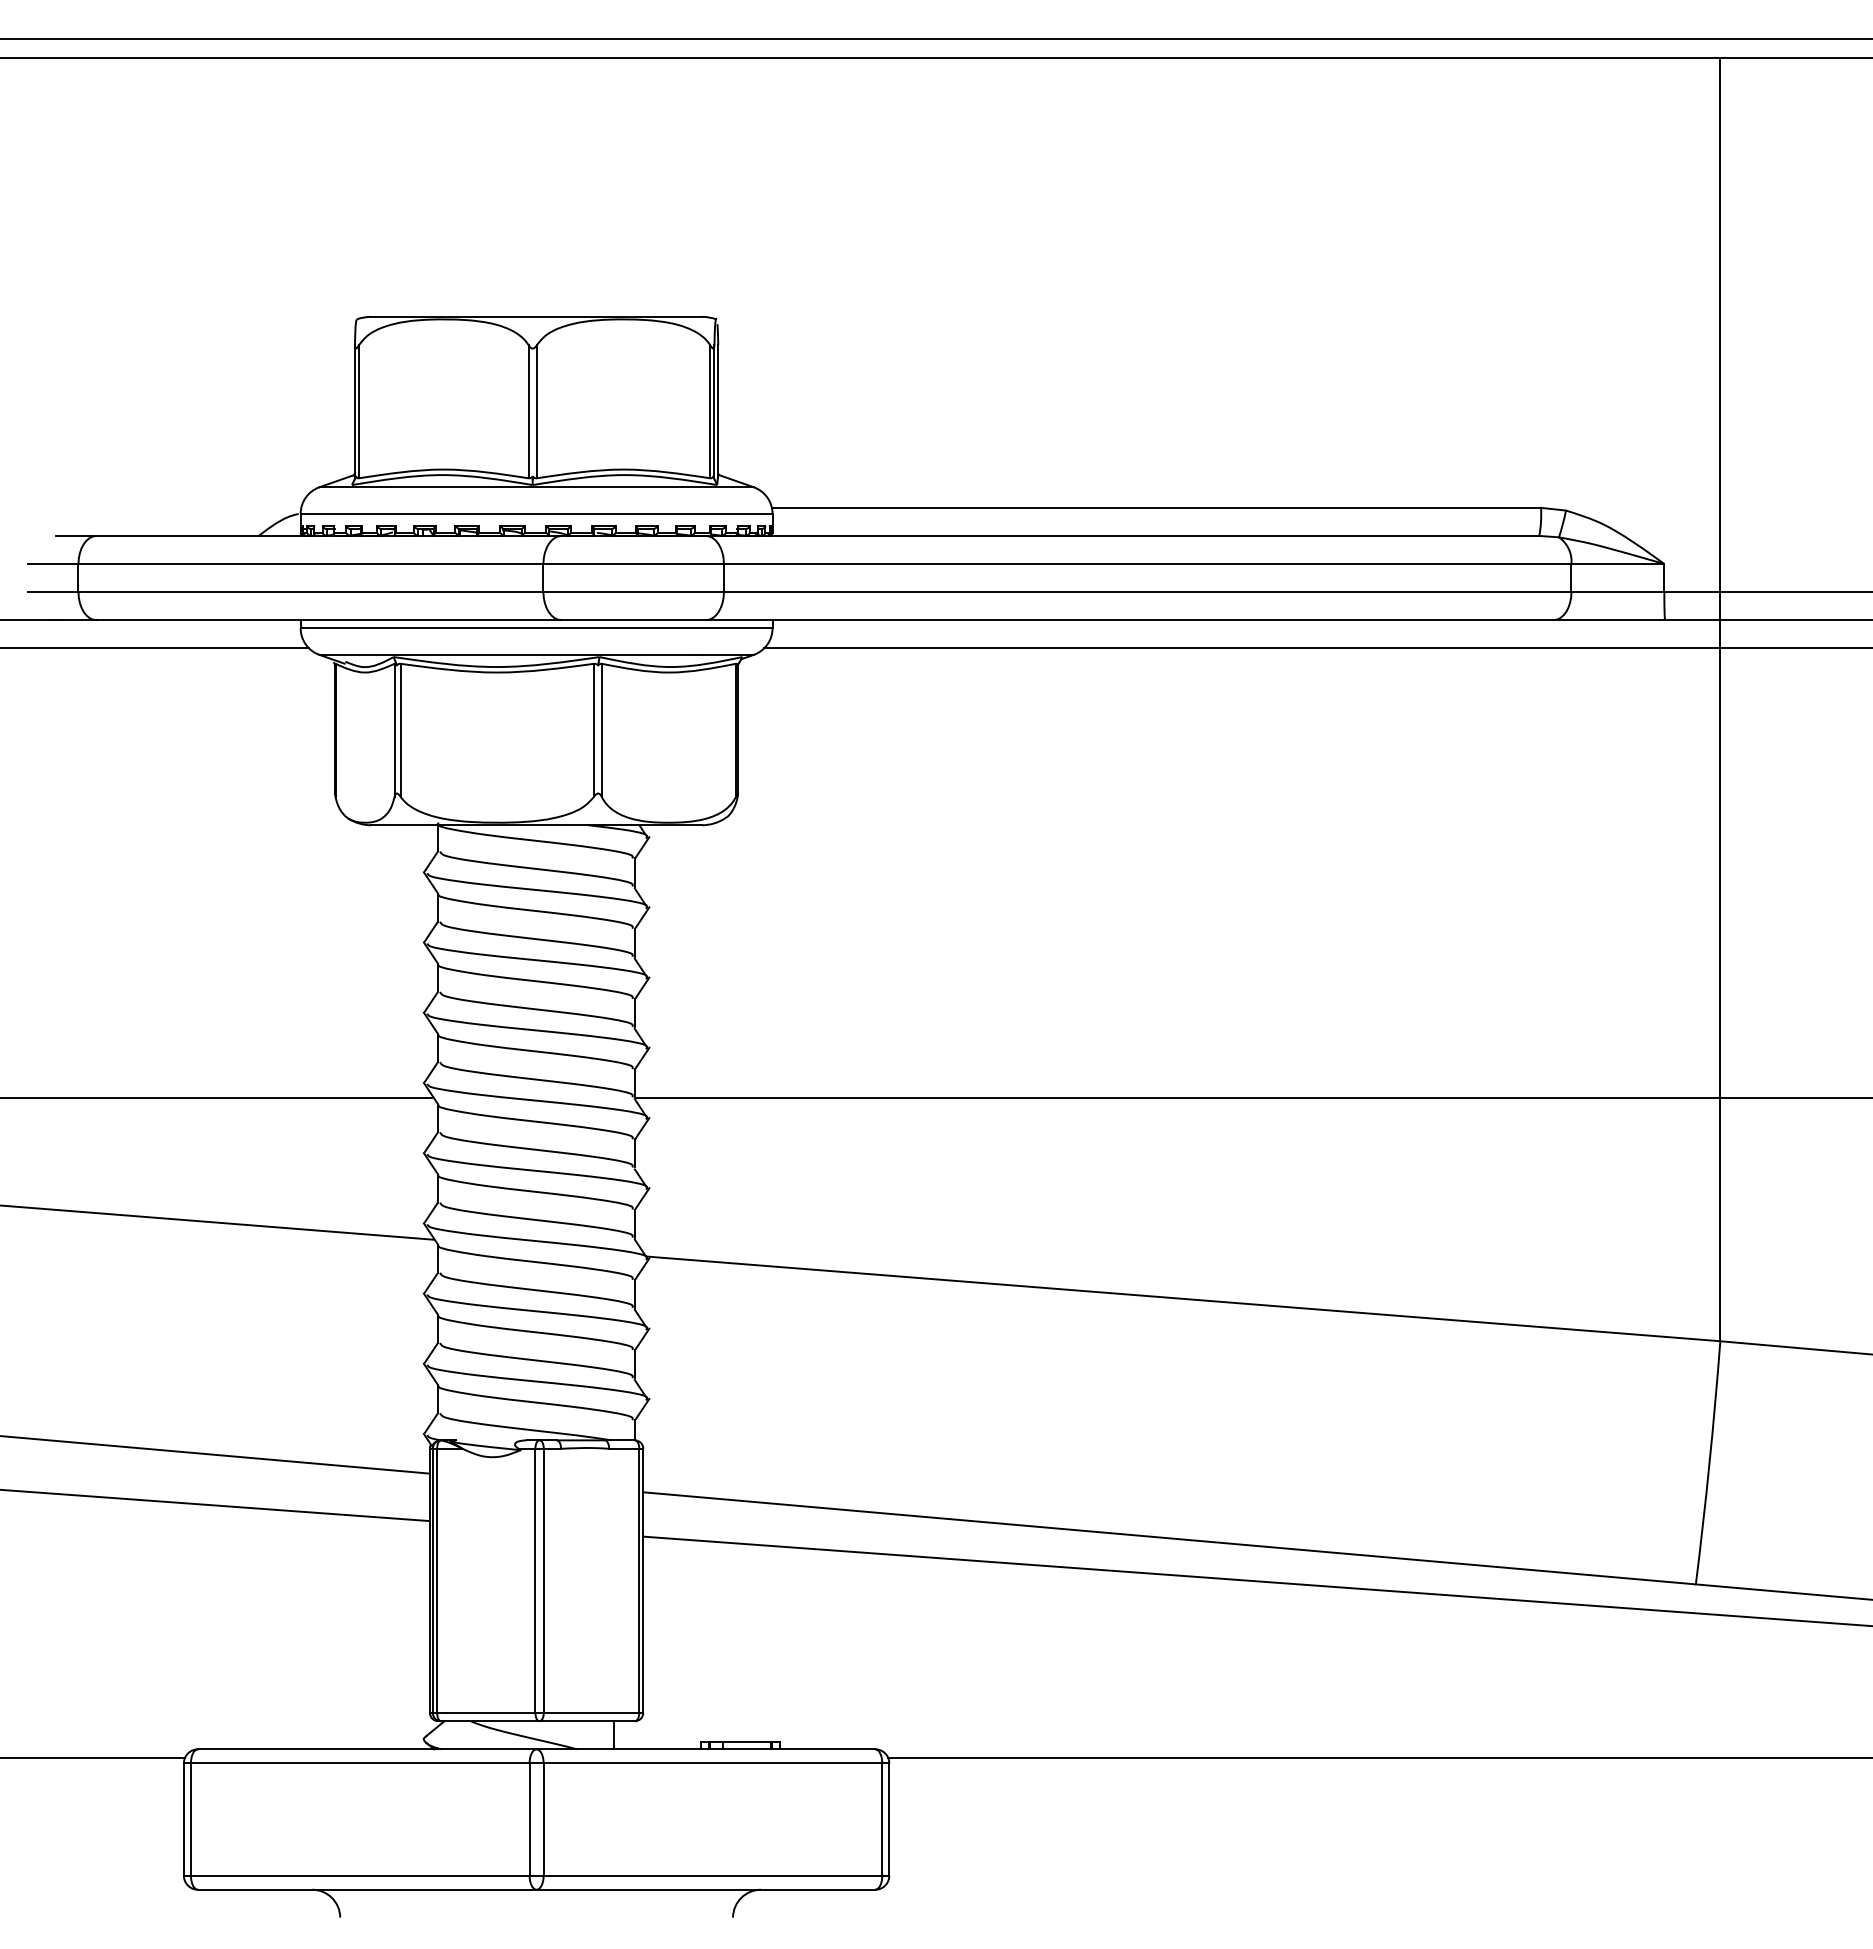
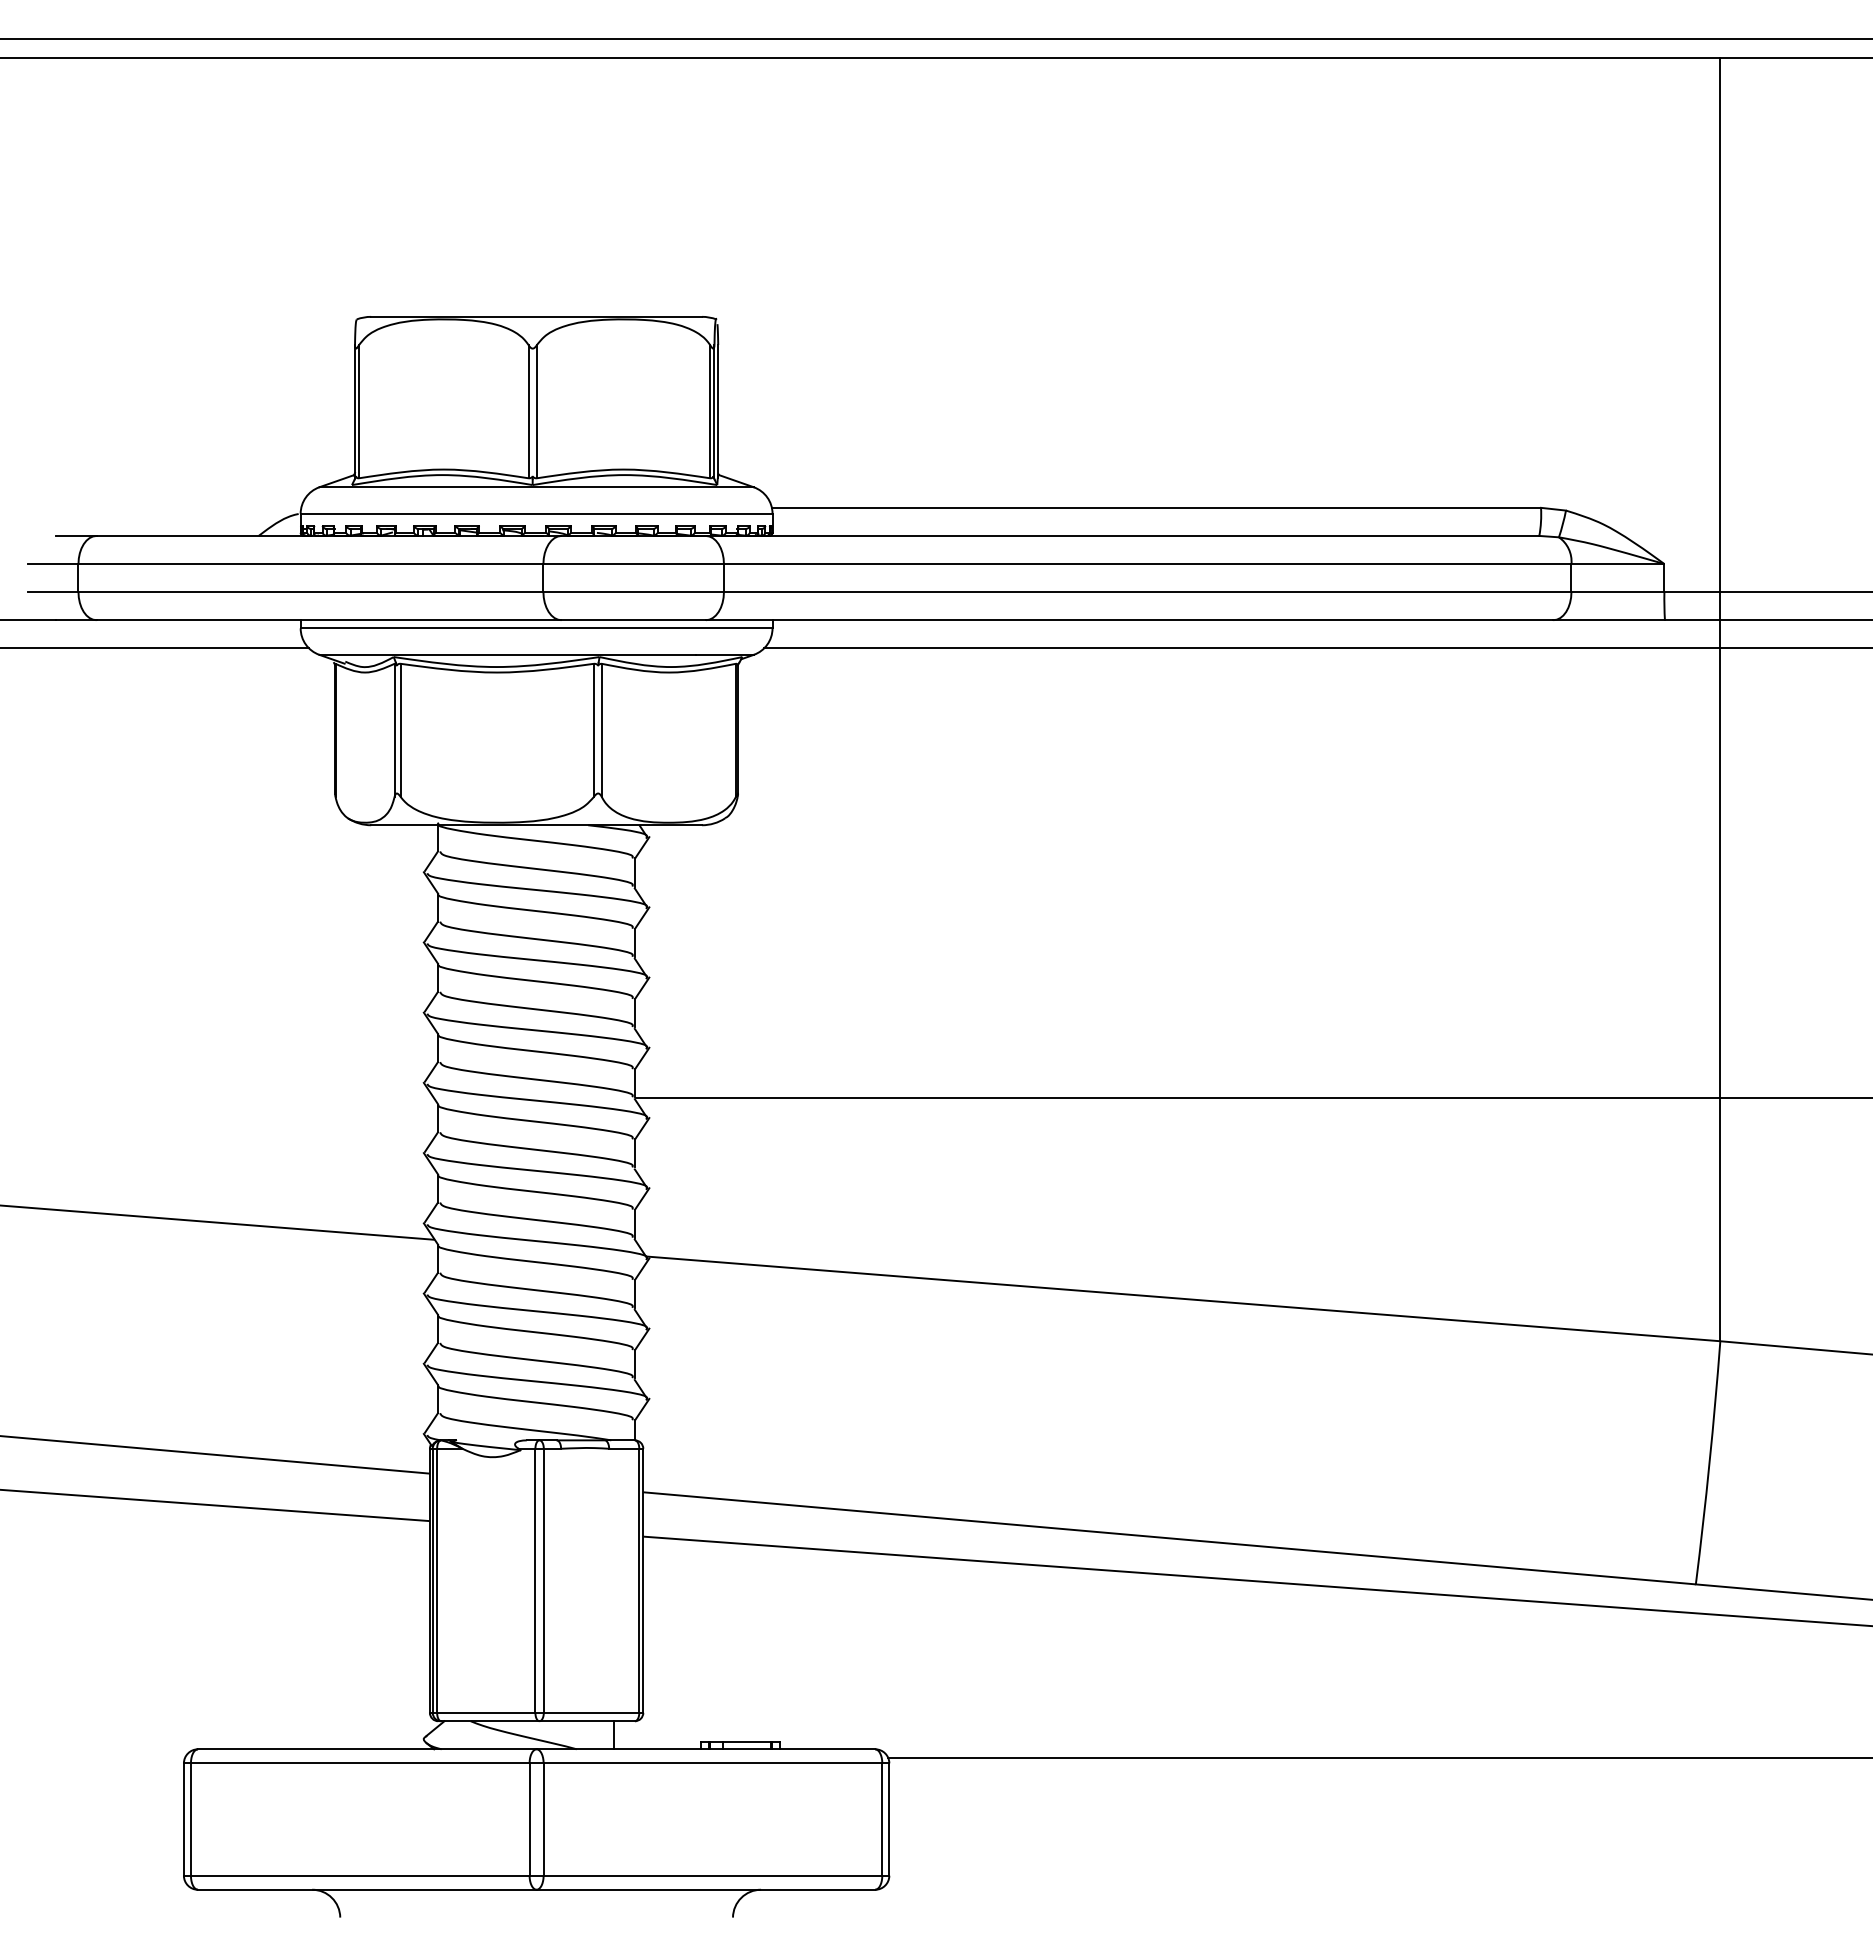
line at (216, 1097): present -> none
line at (93, 1757): present -> none
